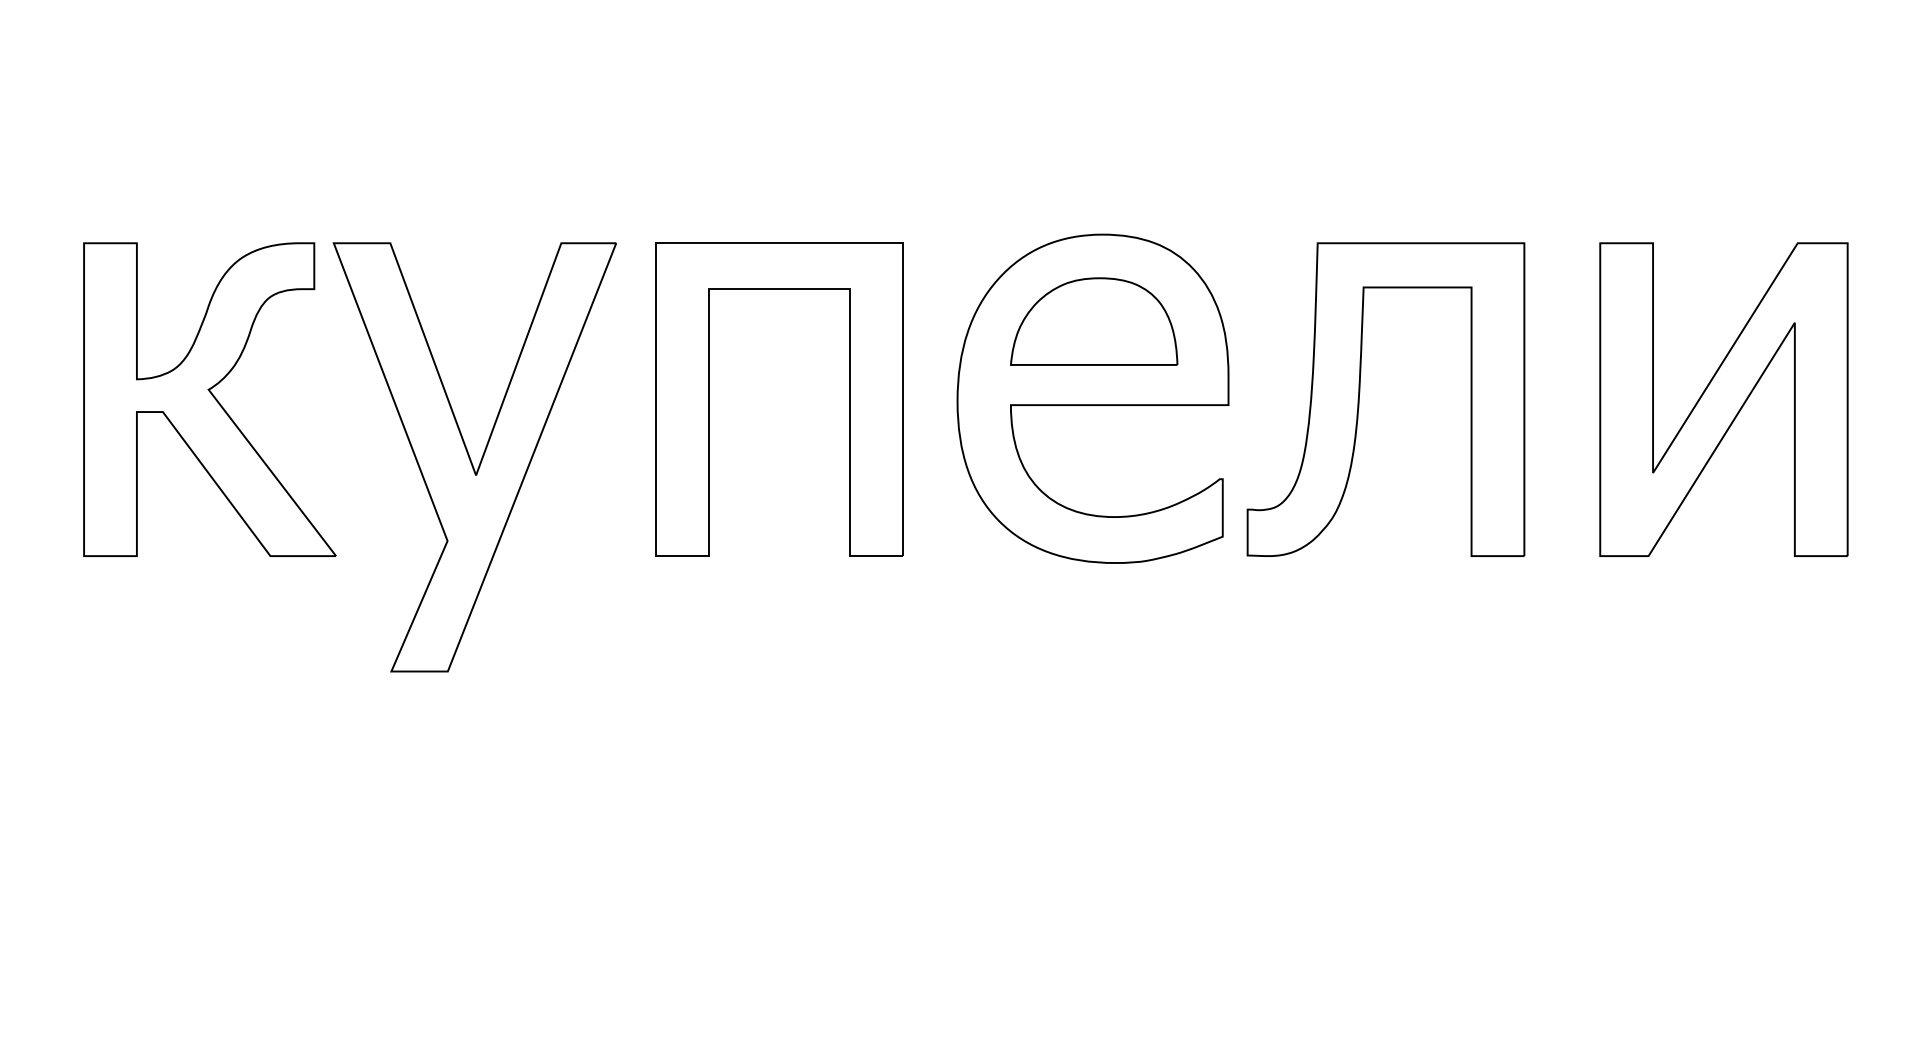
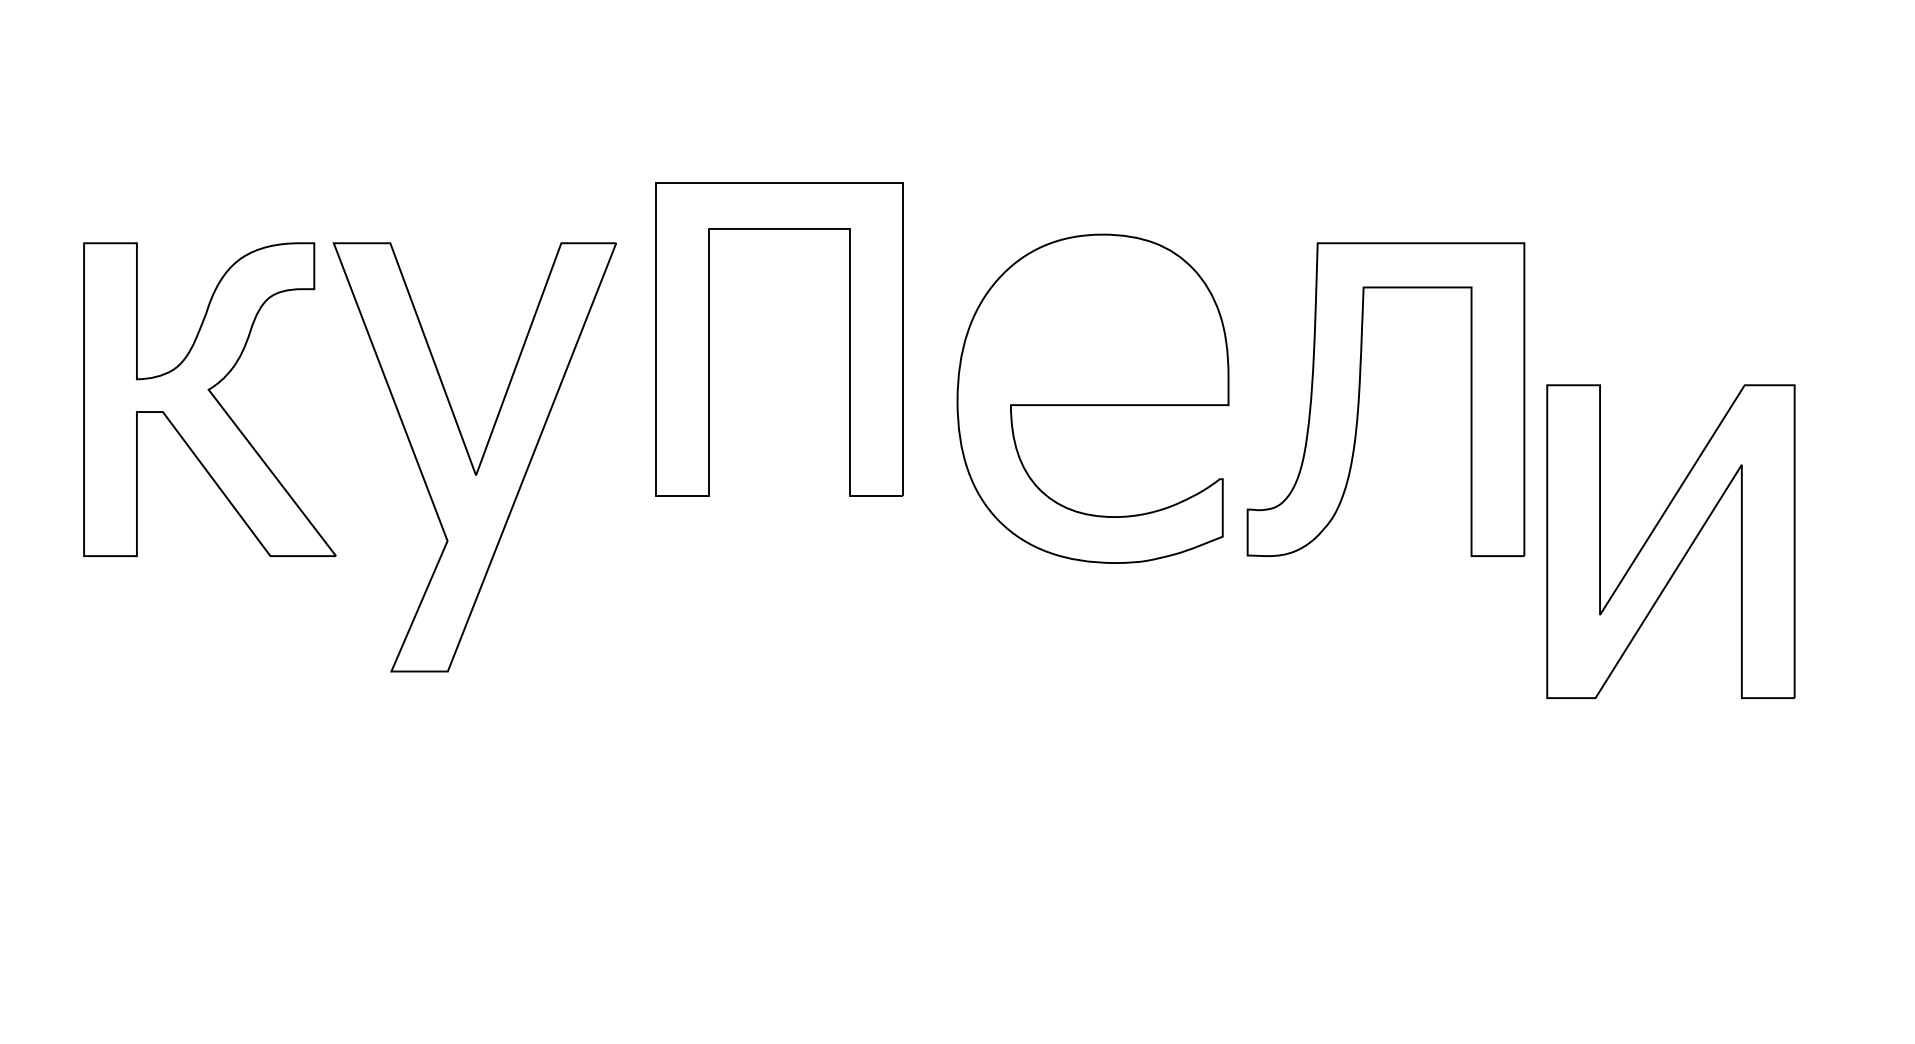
part at (1094, 321): present -> none
part at (709, 399) position: (709, 399) -> (709, 339)
part at (1723, 399) position: (1723, 399) -> (1670, 541)
